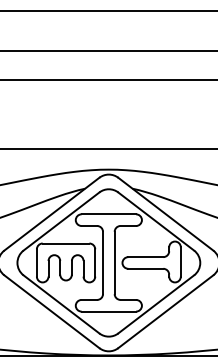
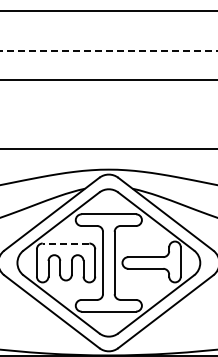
line at (109, 50): solid -> dashed
line at (65, 243): solid -> dashed
